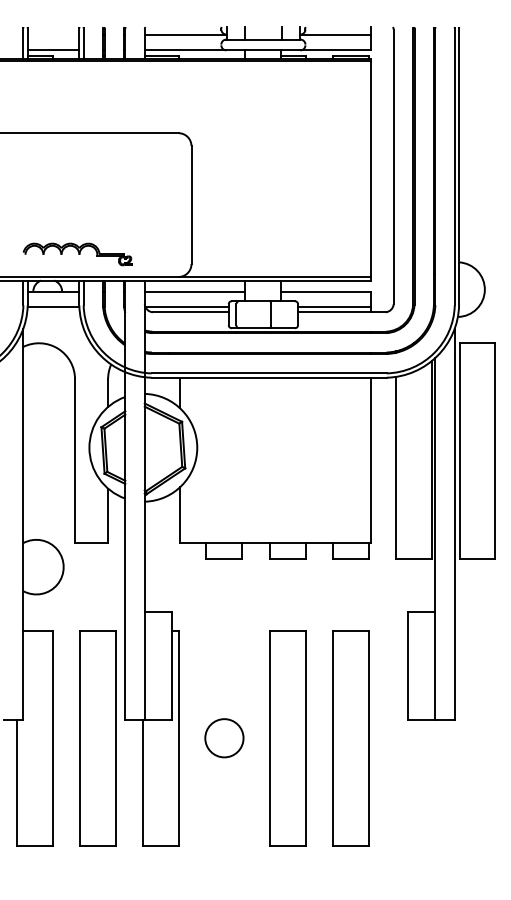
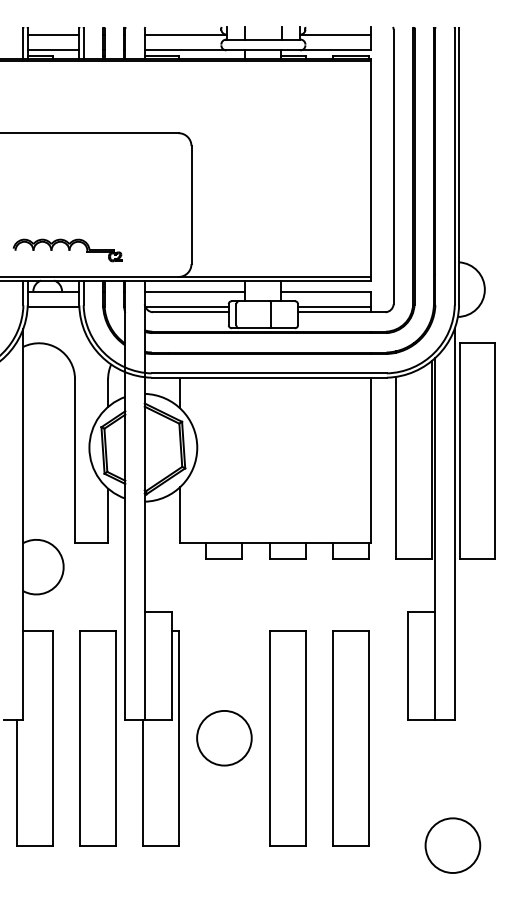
line at (53, 34): none -> present
part at (77, 254) position: (77, 254) -> (67, 250)
circle at (224, 738) diameter: 38 px -> 55 px
circle at (452, 845): none -> present
